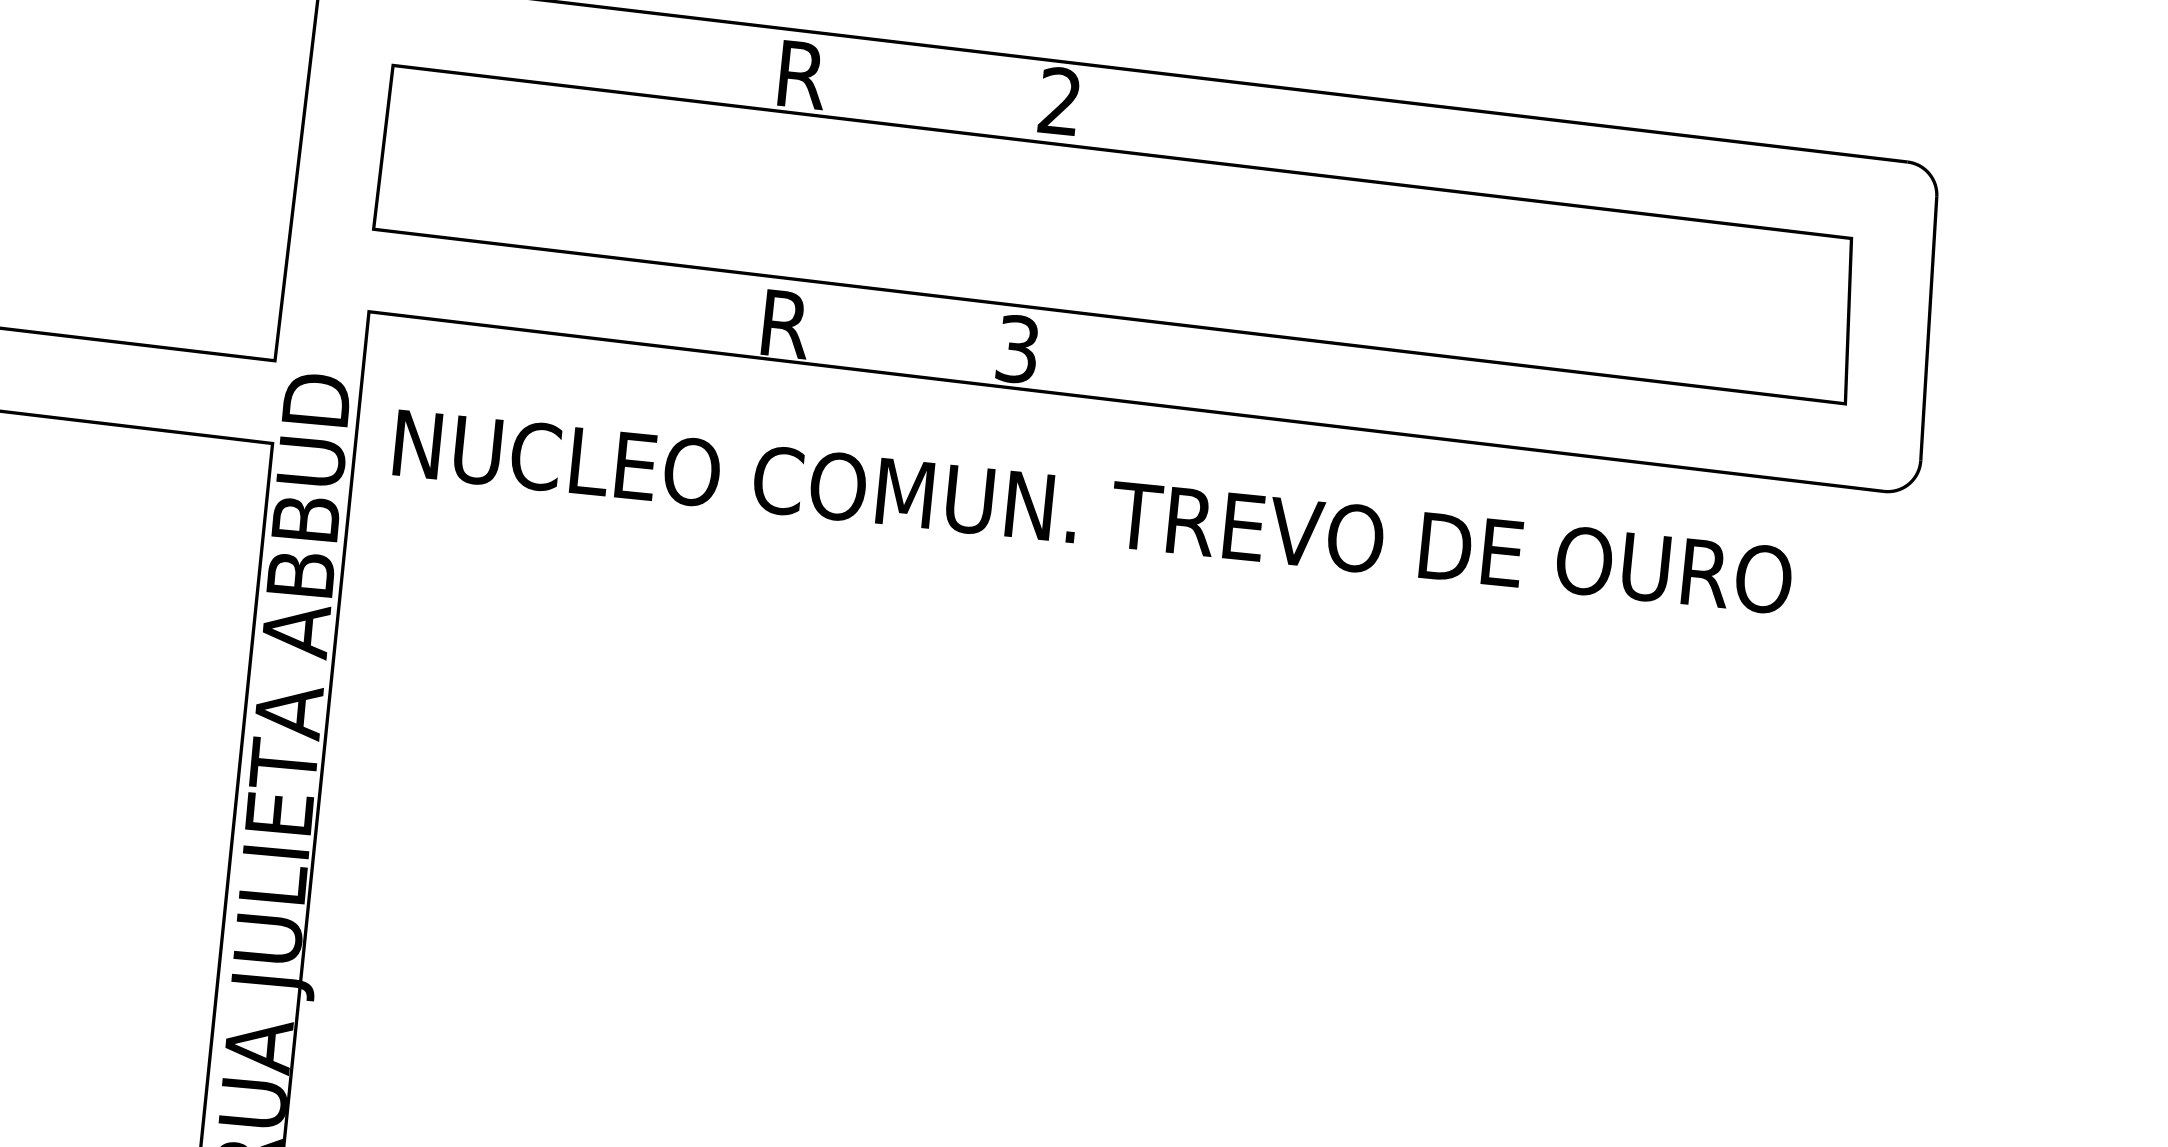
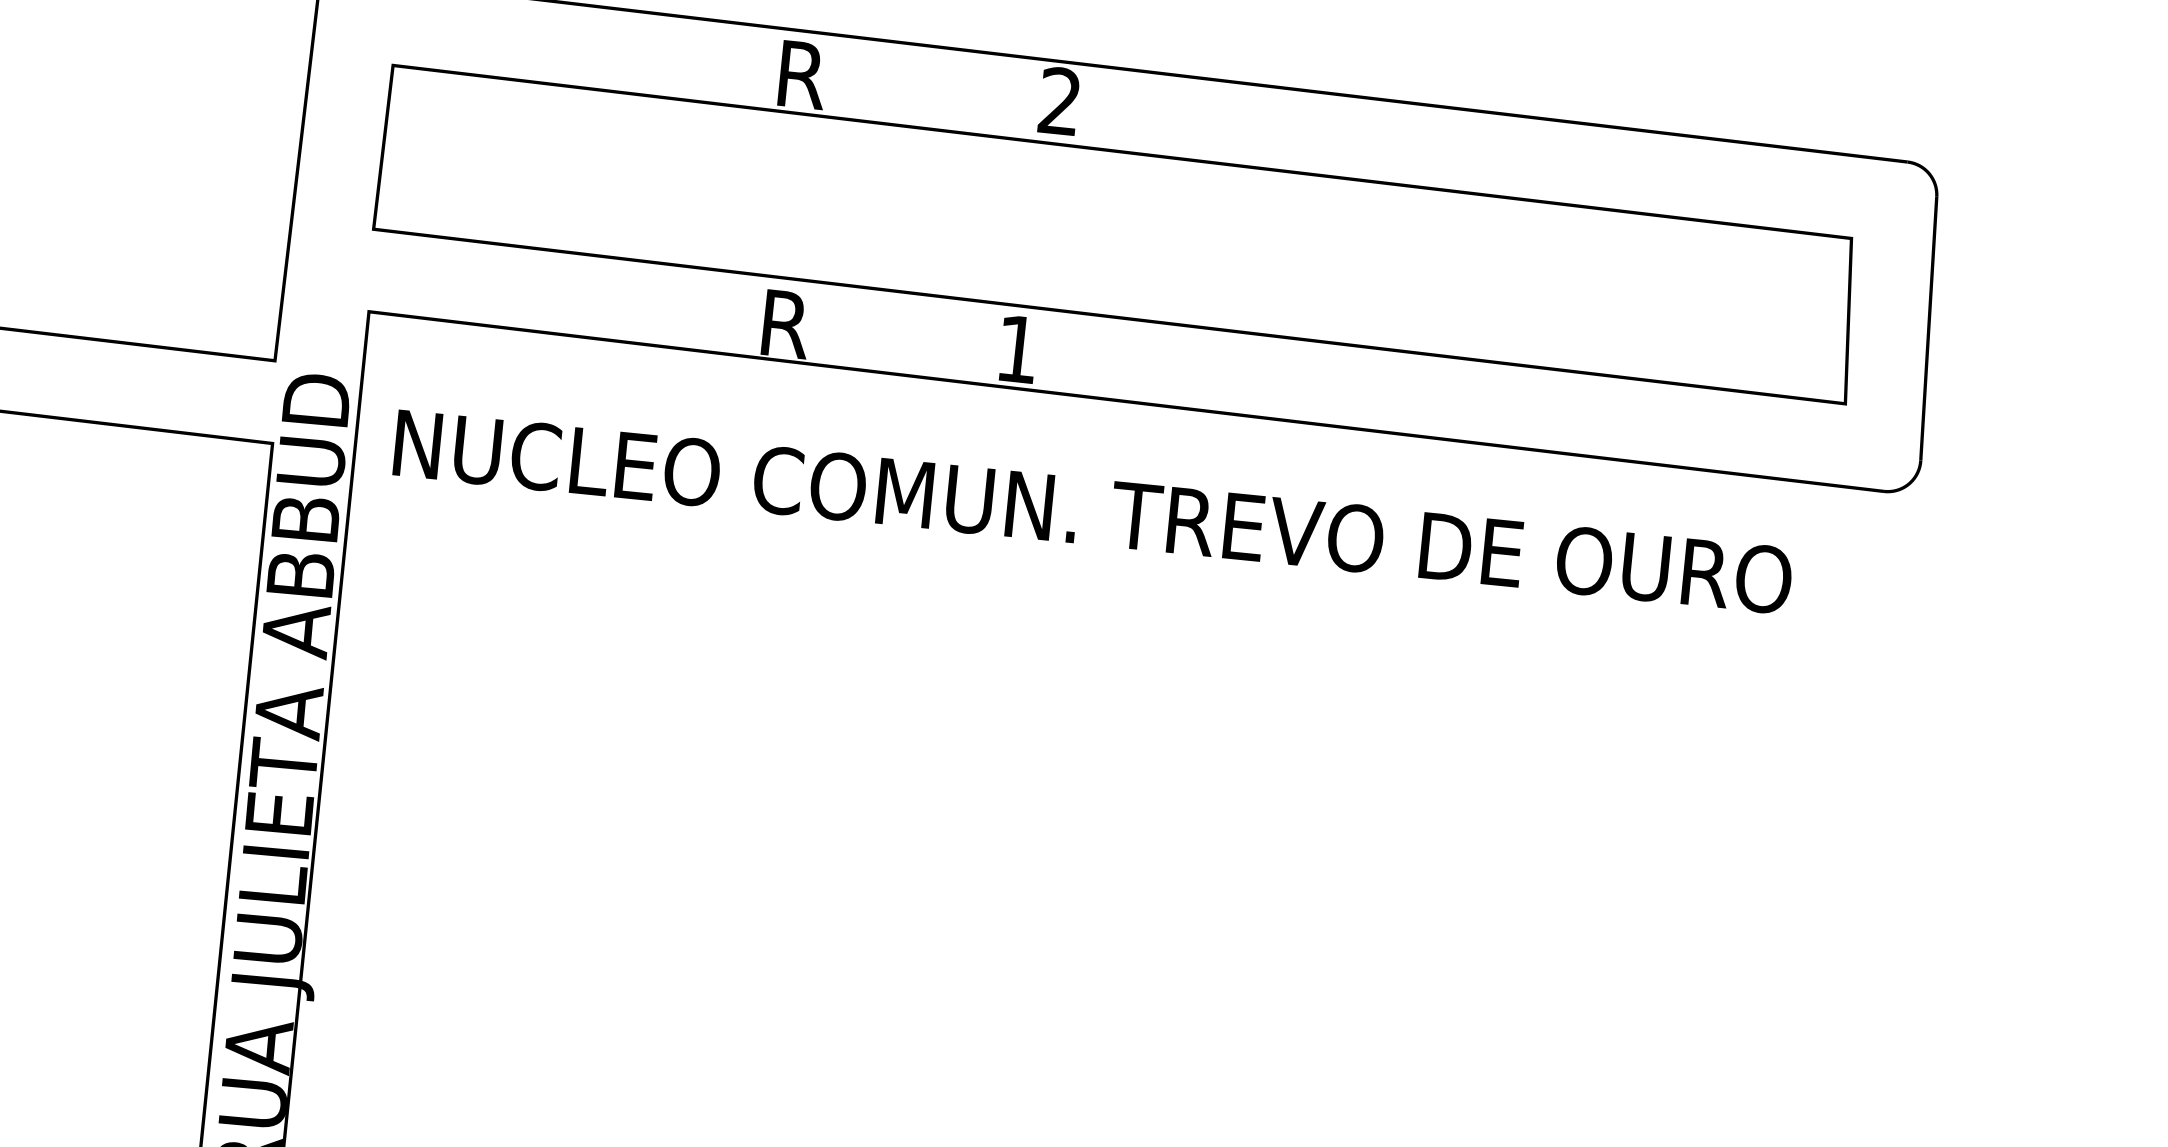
text at (1016, 349): 3 -> 1
